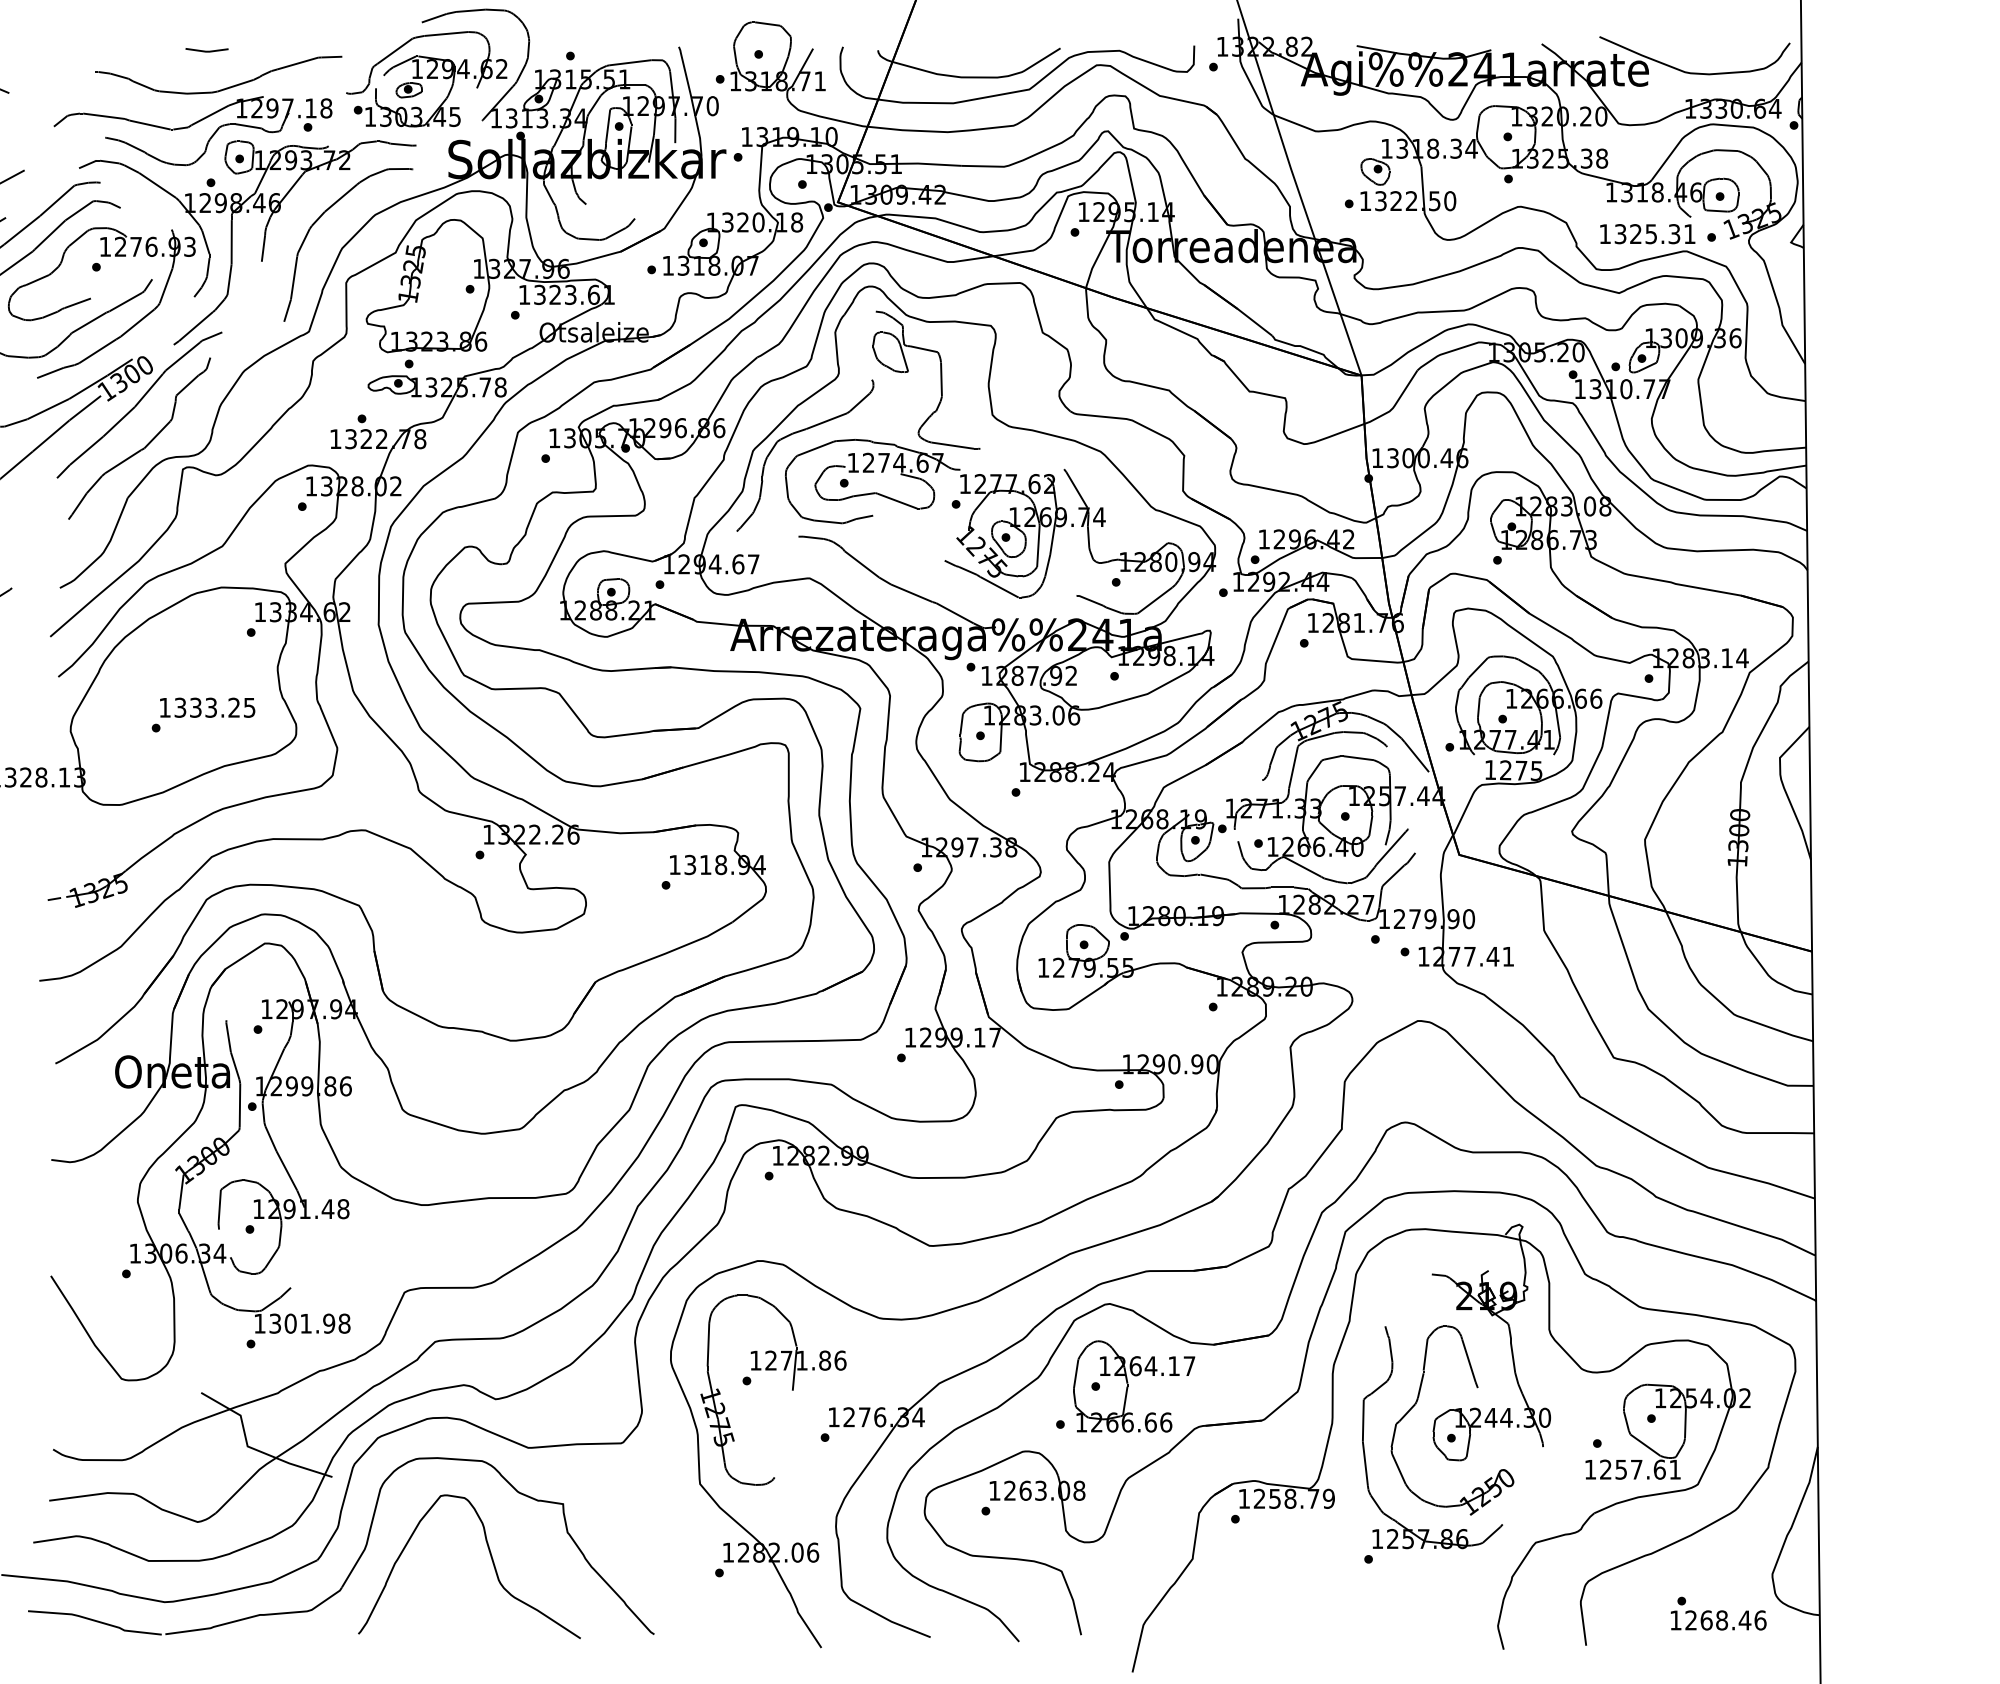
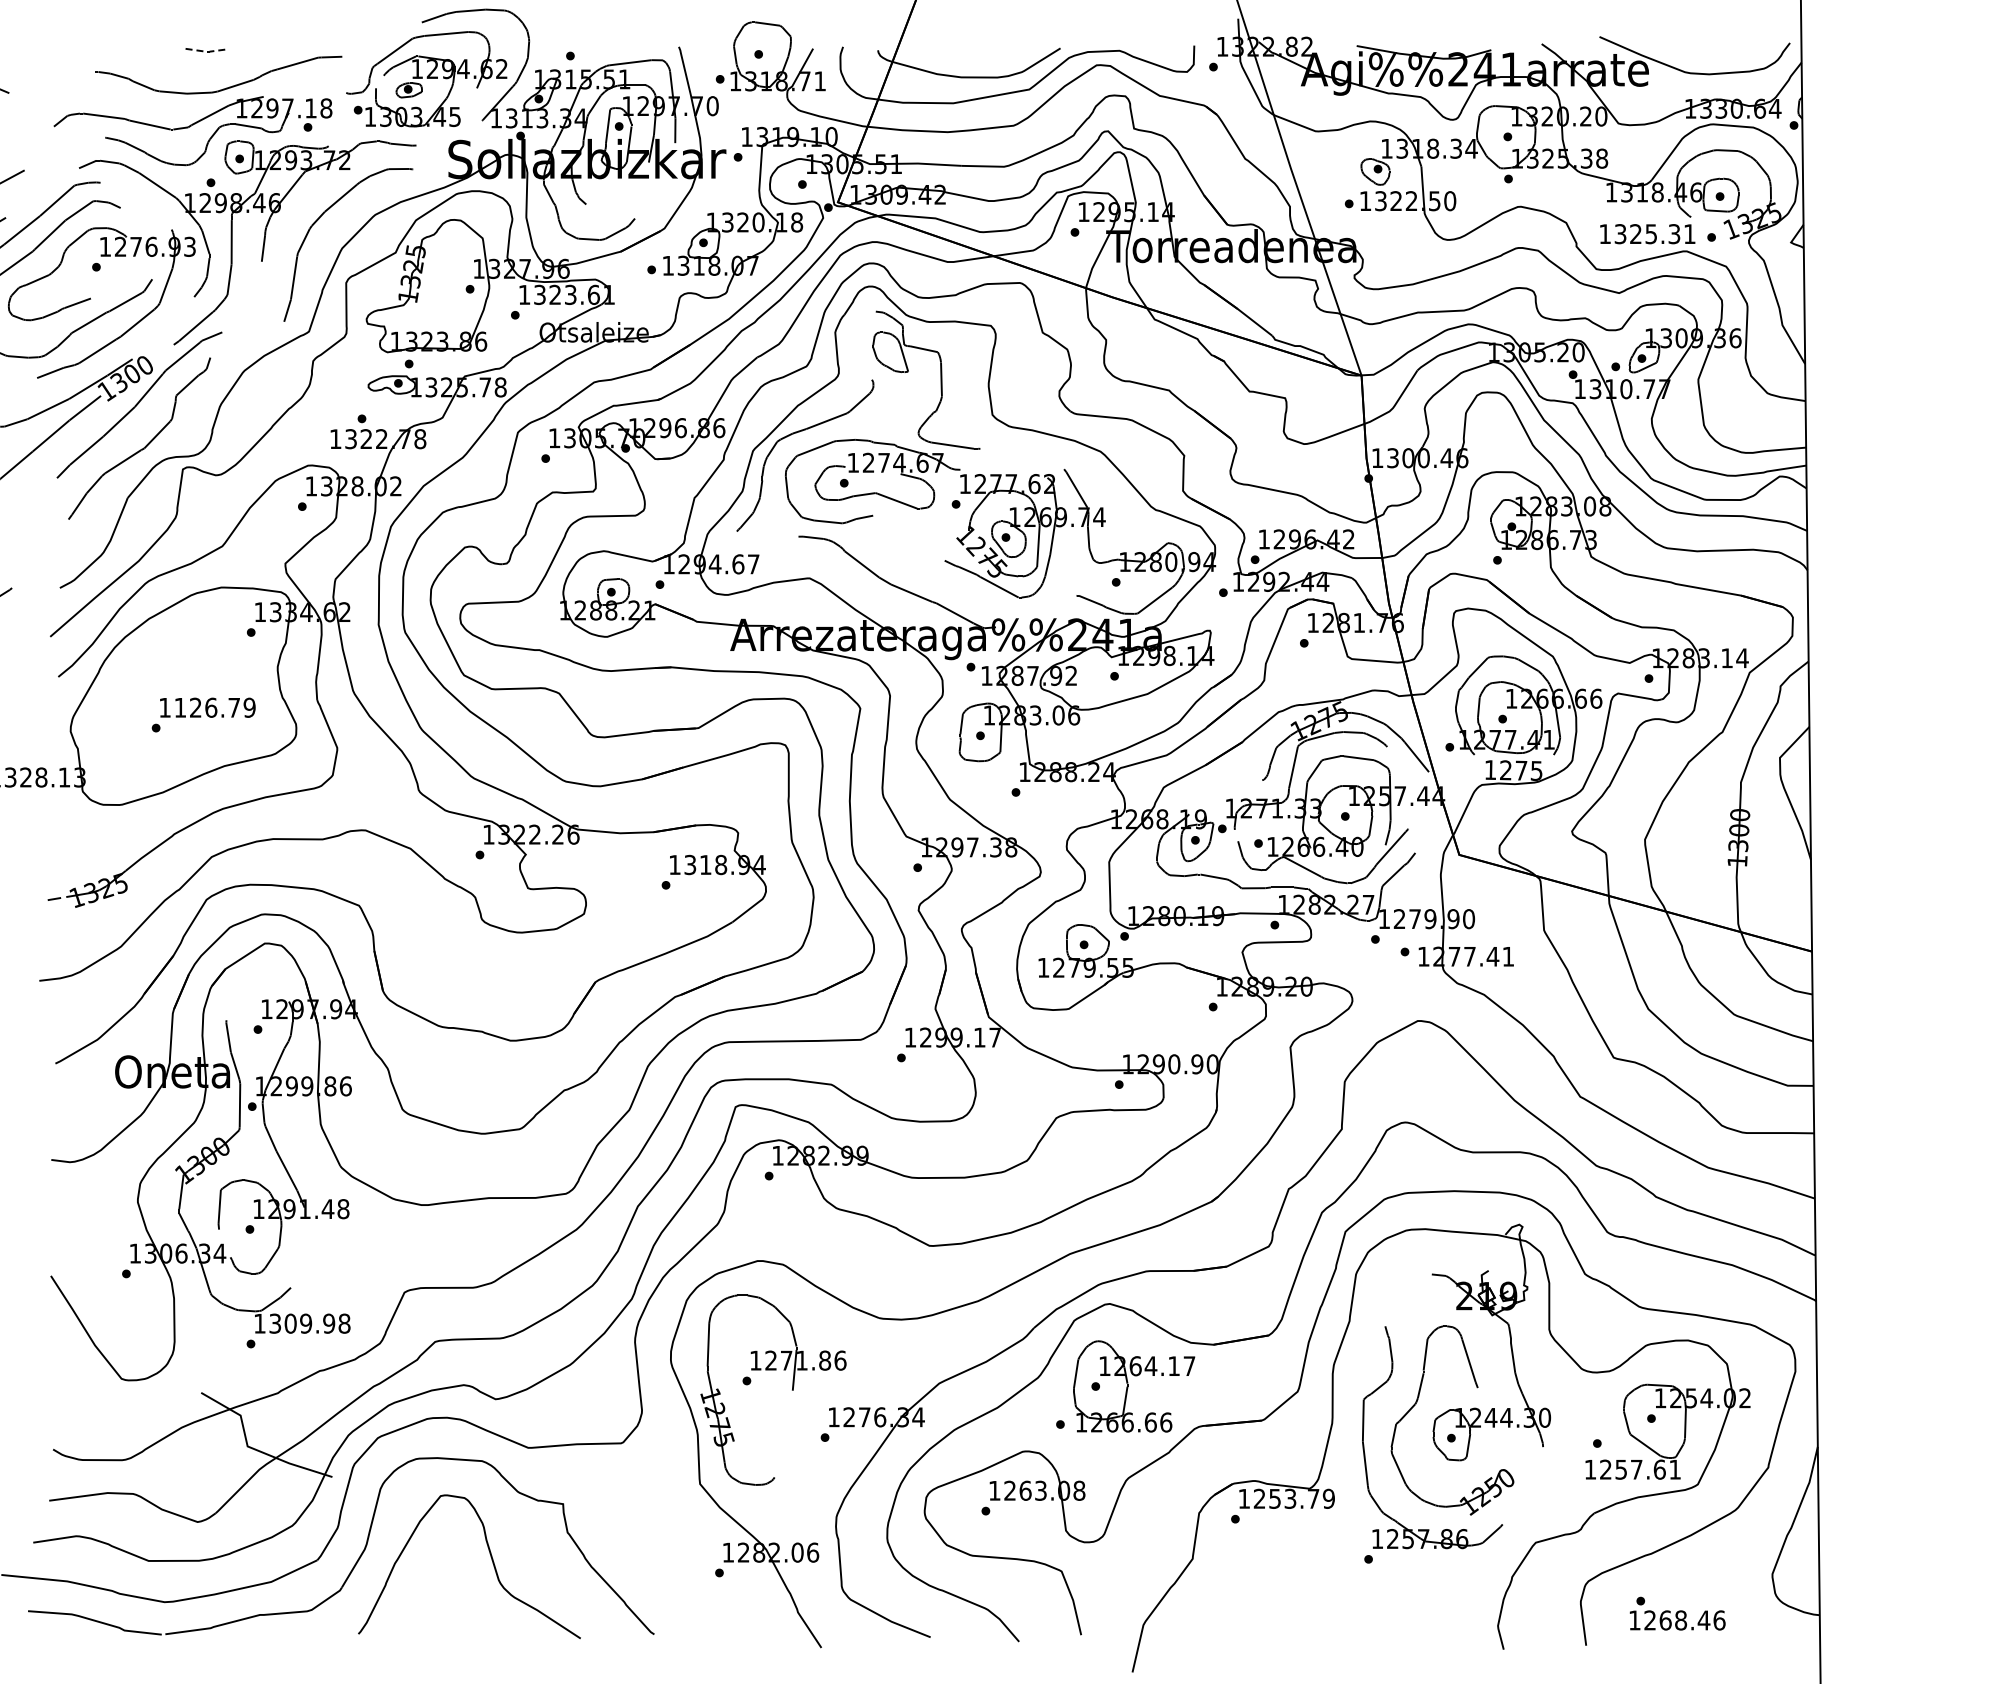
line at (207, 51): solid -> dashed
text at (214, 707): 1333.25 -> 1126.79
text at (306, 1323): 1301.98 -> 1309.98
text at (1290, 1498): 1258.79 -> 1253.79
text at (1718, 1613) position: (1718, 1613) -> (1677, 1613)
